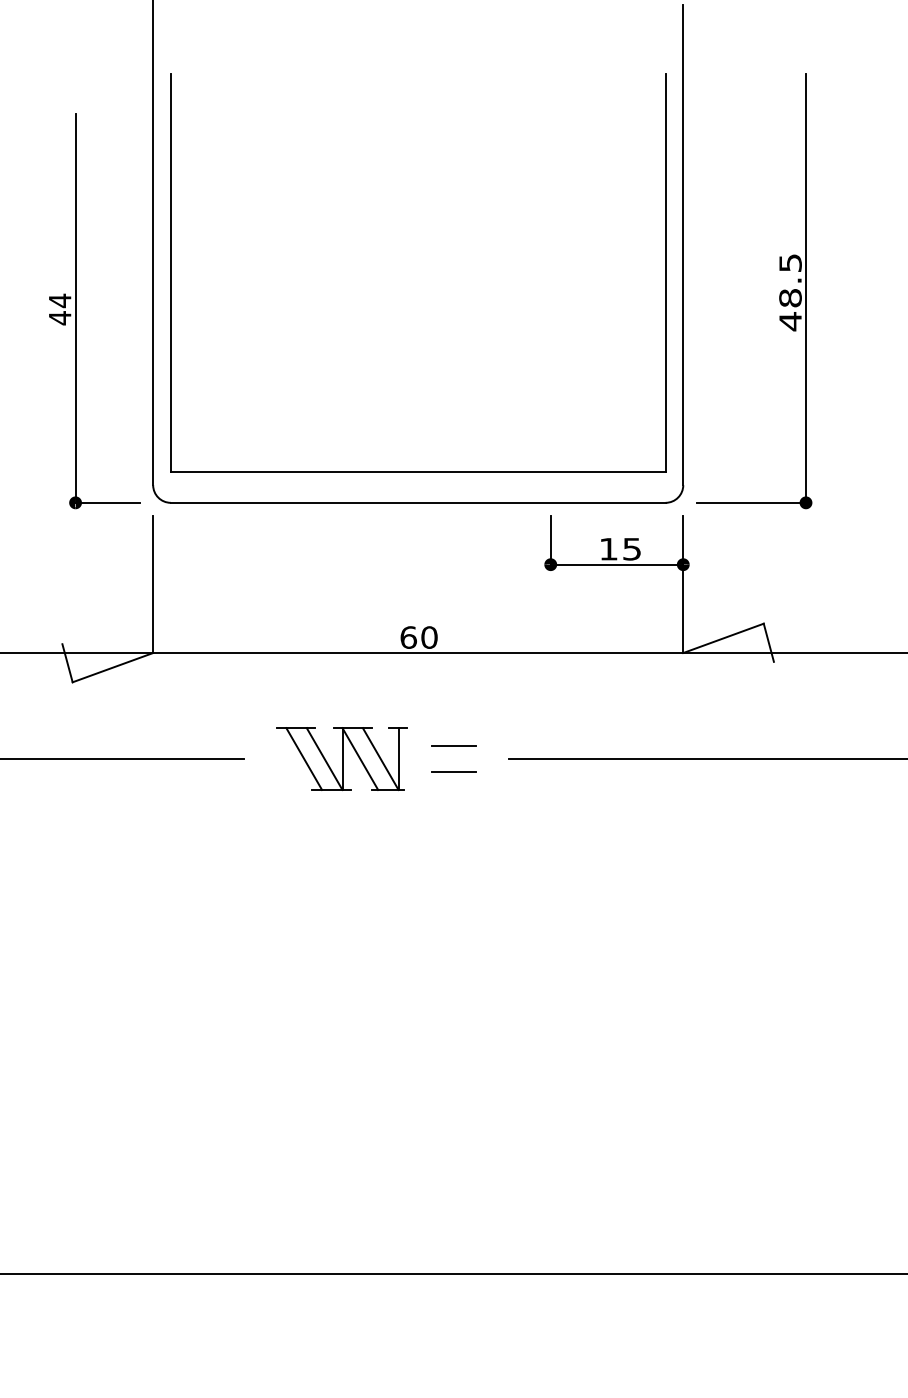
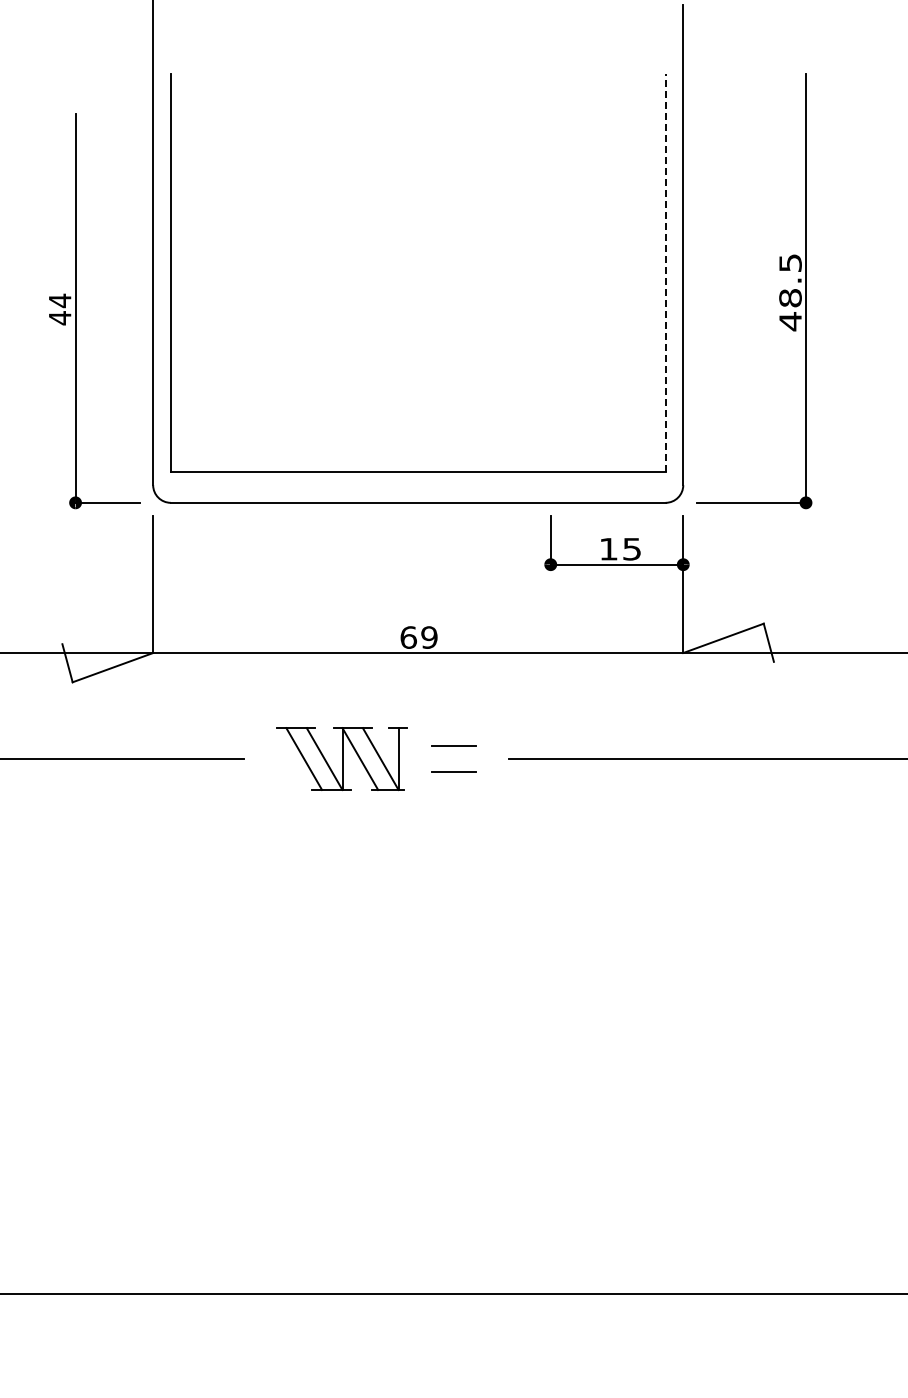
line at (665, 273): solid -> dashed
text at (429, 637): 60 -> 69
line at (453, 1274) position: (453, 1274) -> (453, 1294)
